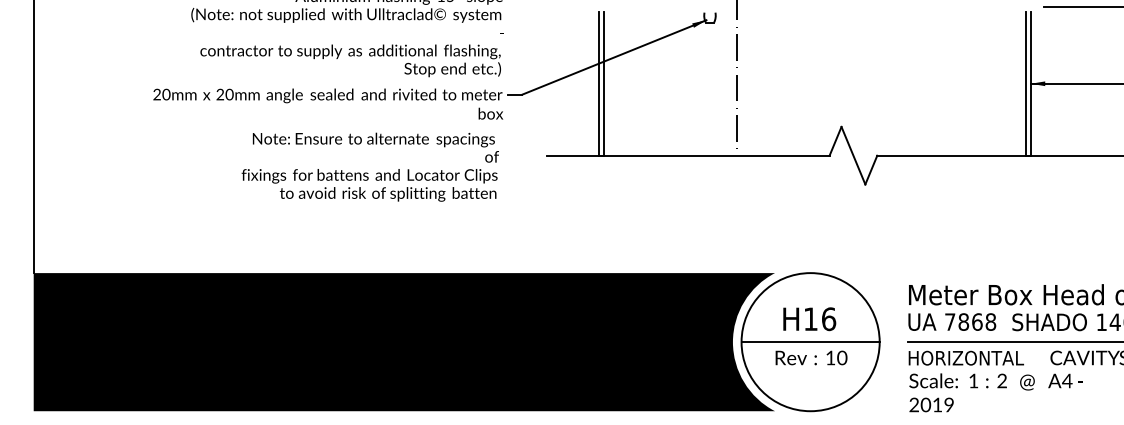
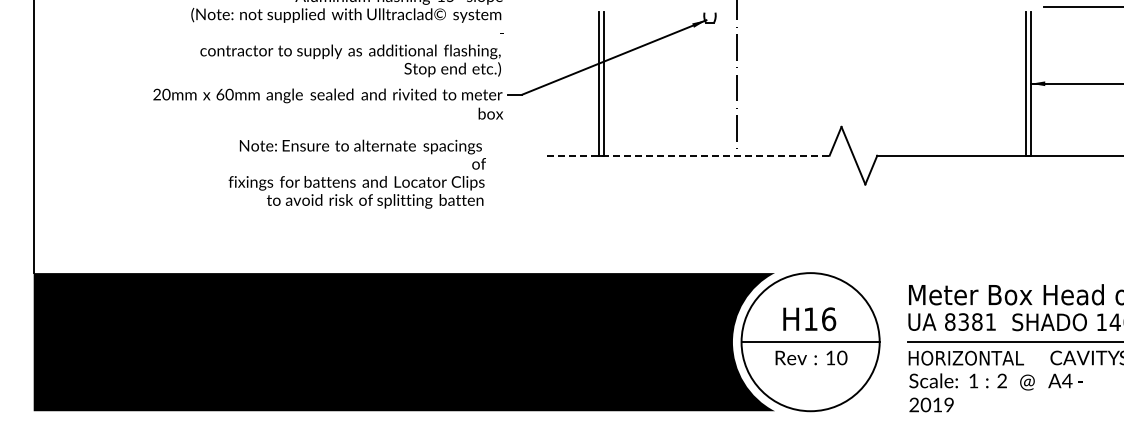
text at (220, 94): 20mm -> 60mm
line at (689, 155): solid -> dashed
text at (369, 166) position: (369, 166) -> (356, 173)
text at (970, 321): 7868 -> 8381
